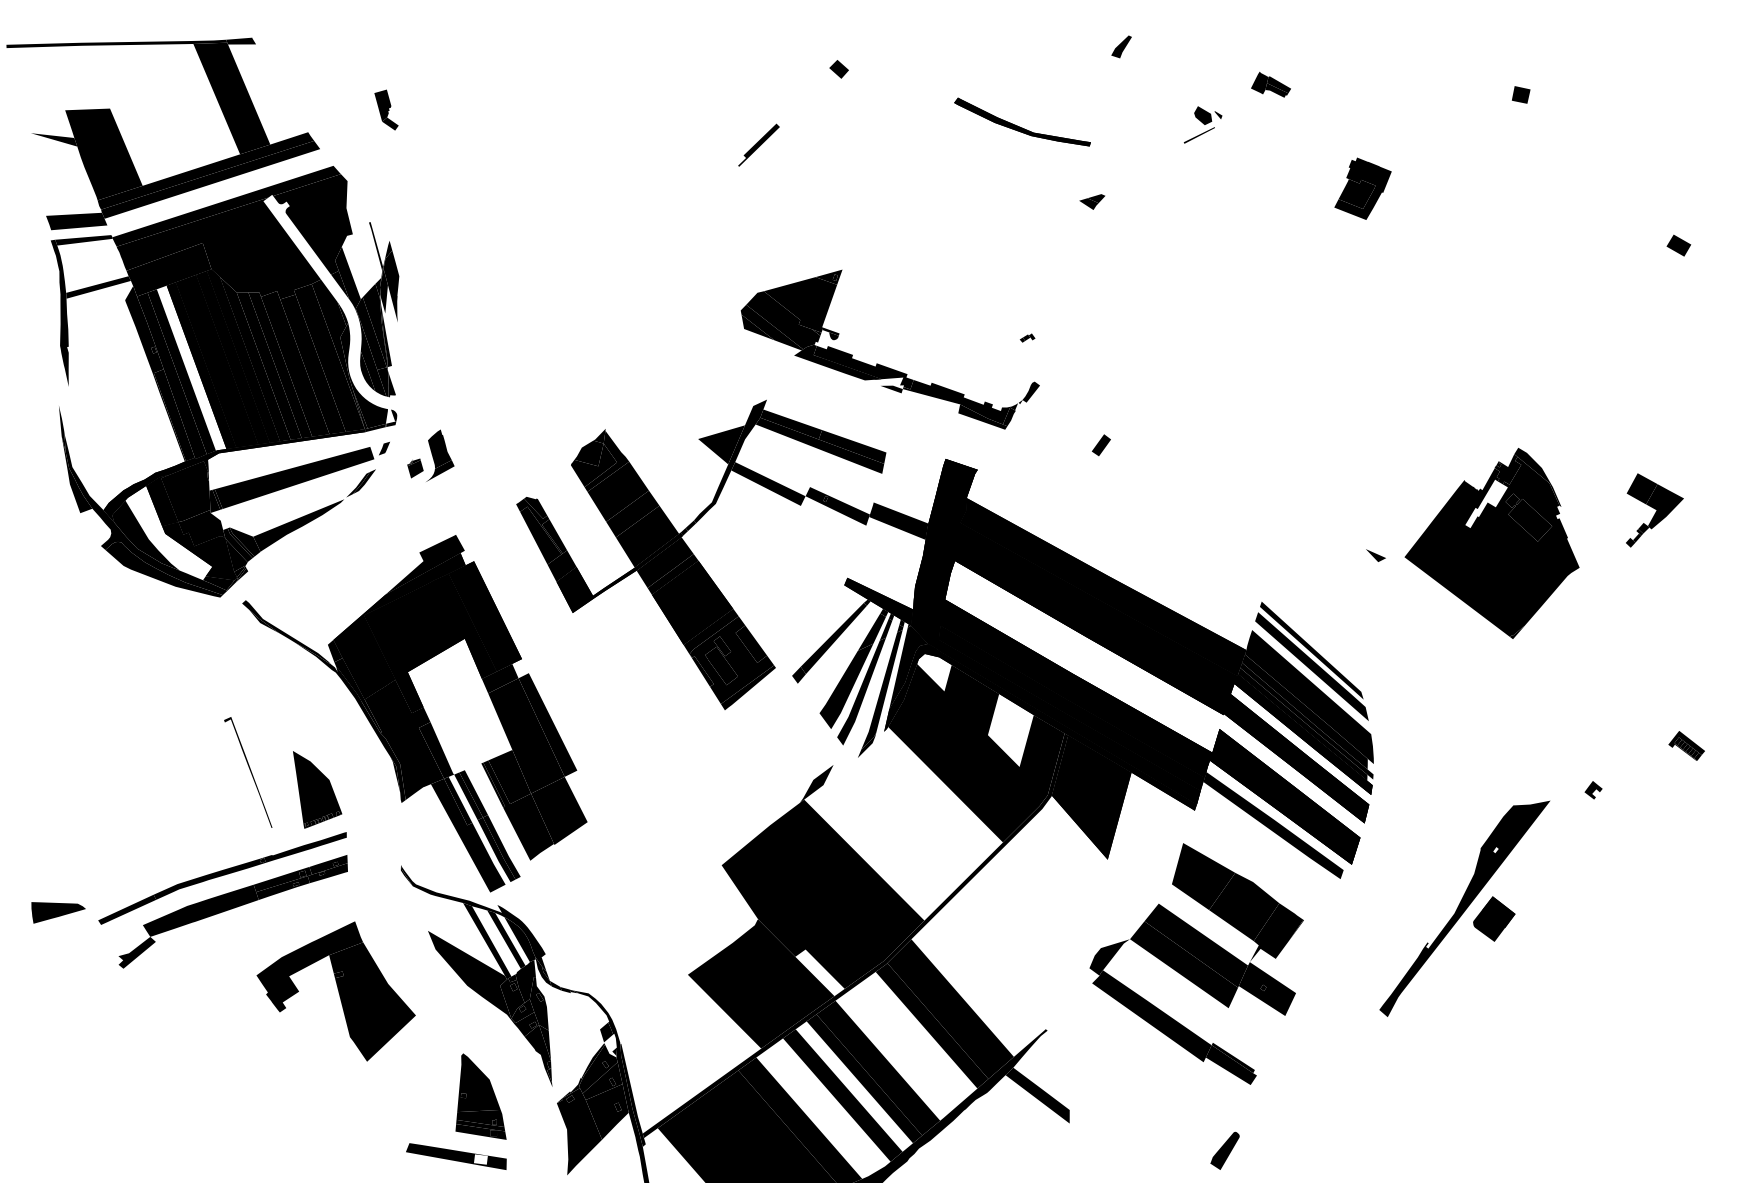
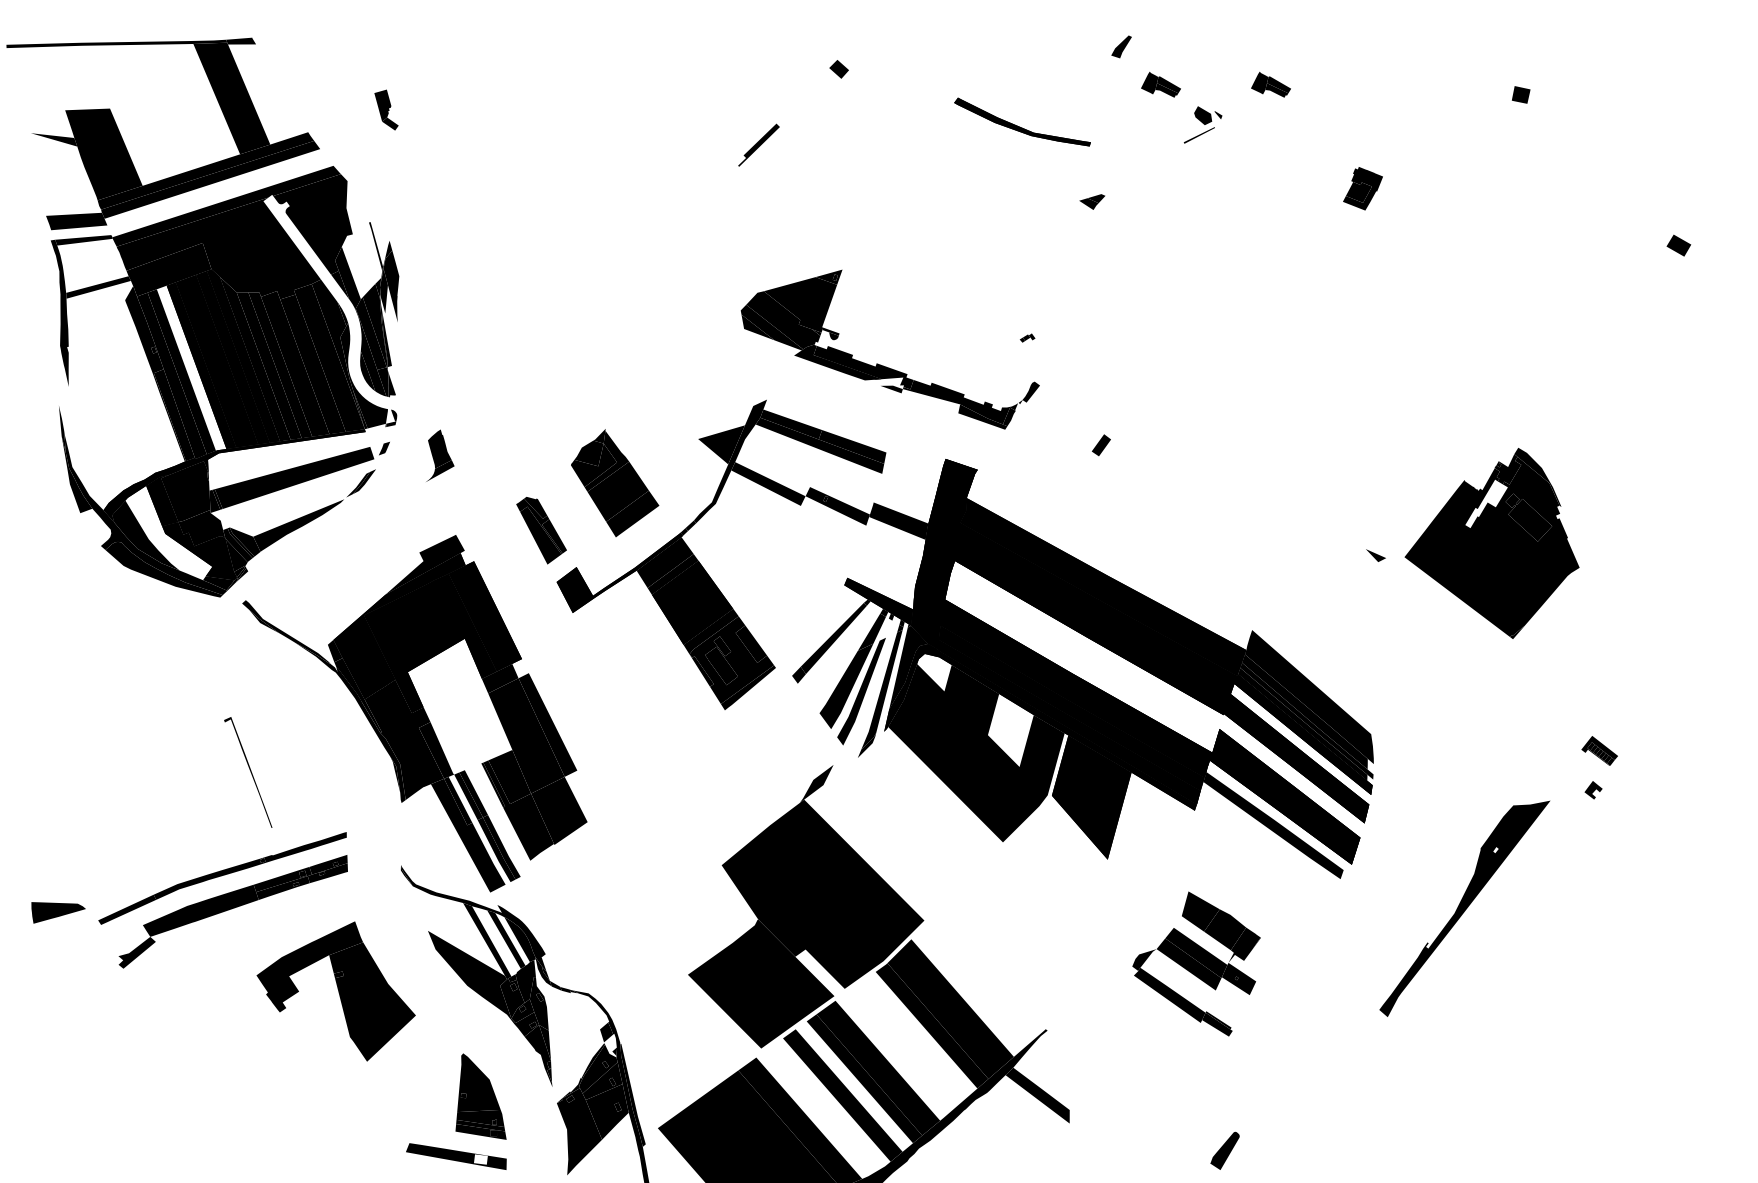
part at (1160, 84): none -> present
part at (1362, 188) size: 58x63 px -> 40x44 px
fill at (374, 427): present -> none
part at (415, 468): present -> none
part at (1654, 510): present -> none
fill at (647, 536): present -> none
fill at (561, 566): present -> none
fill at (885, 629): present -> none
part at (1311, 660): present -> none
part at (1686, 745) position: (1686, 745) -> (1599, 750)
part at (317, 789): present -> none
part at (1494, 918): present -> none
fill at (855, 935): present -> none
part at (1196, 963) size: 215x242 px -> 129x146 px
